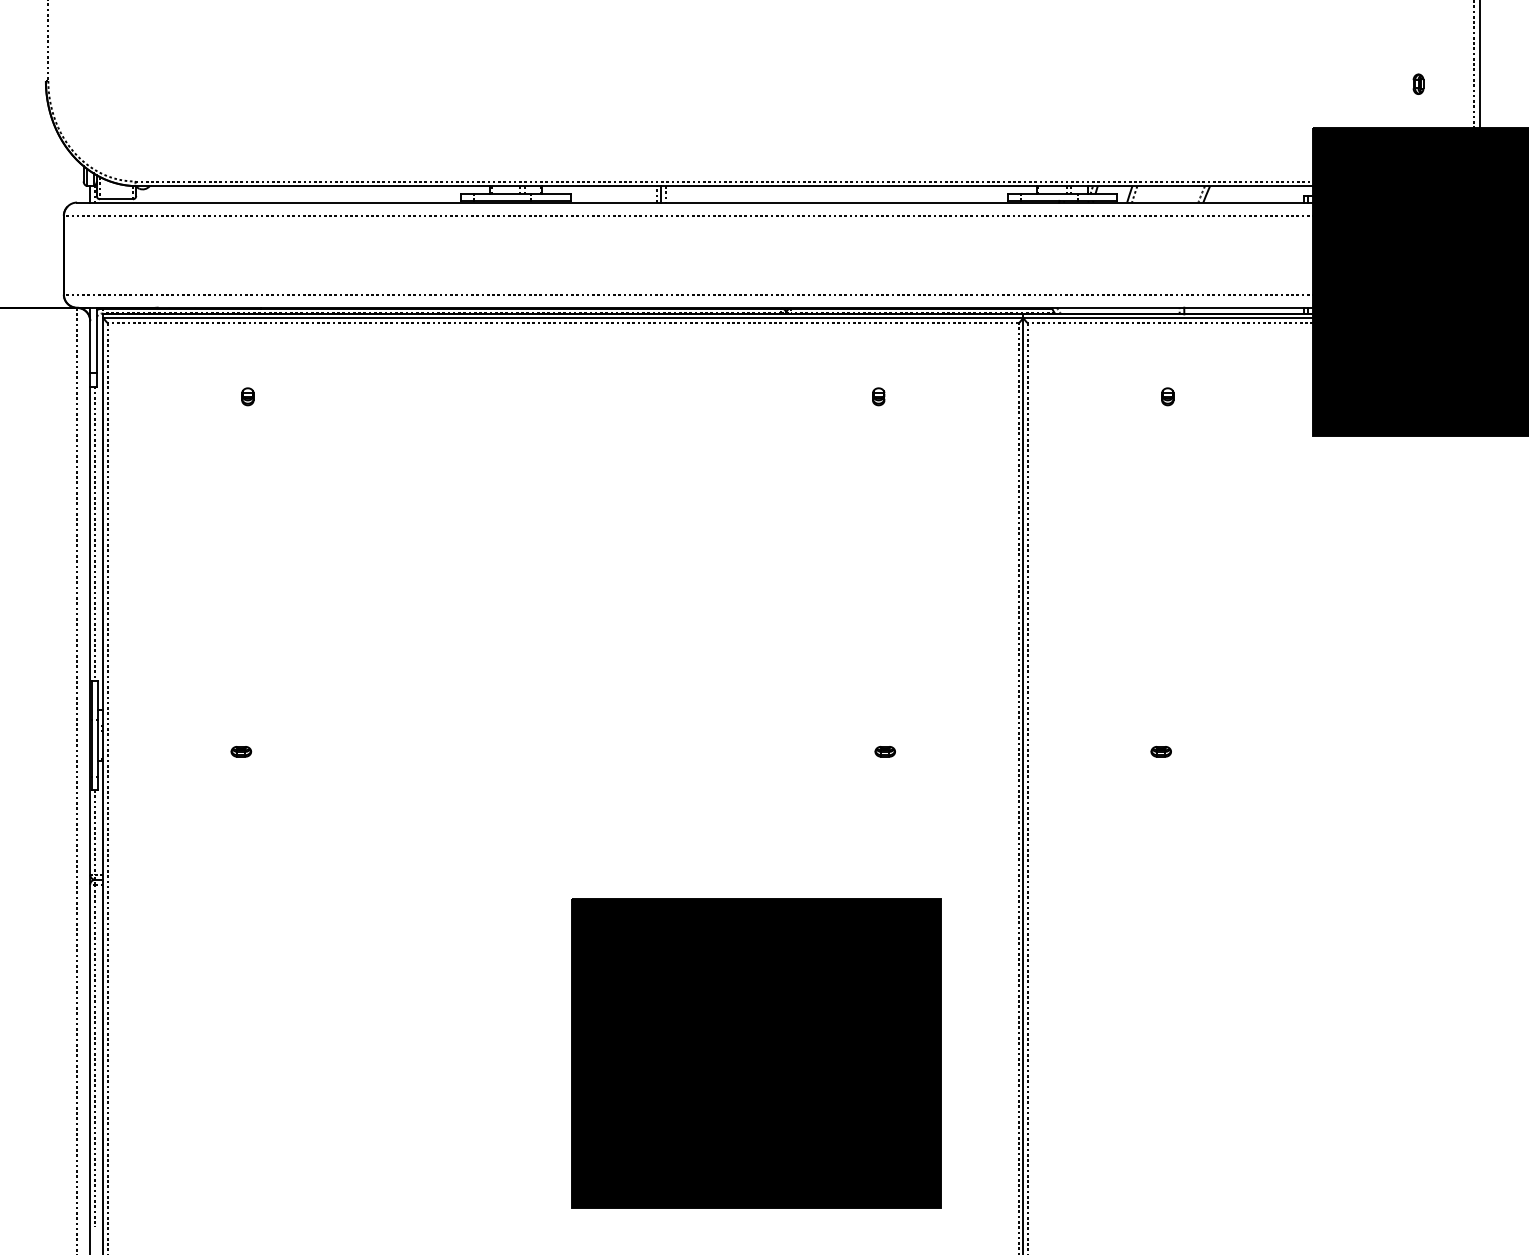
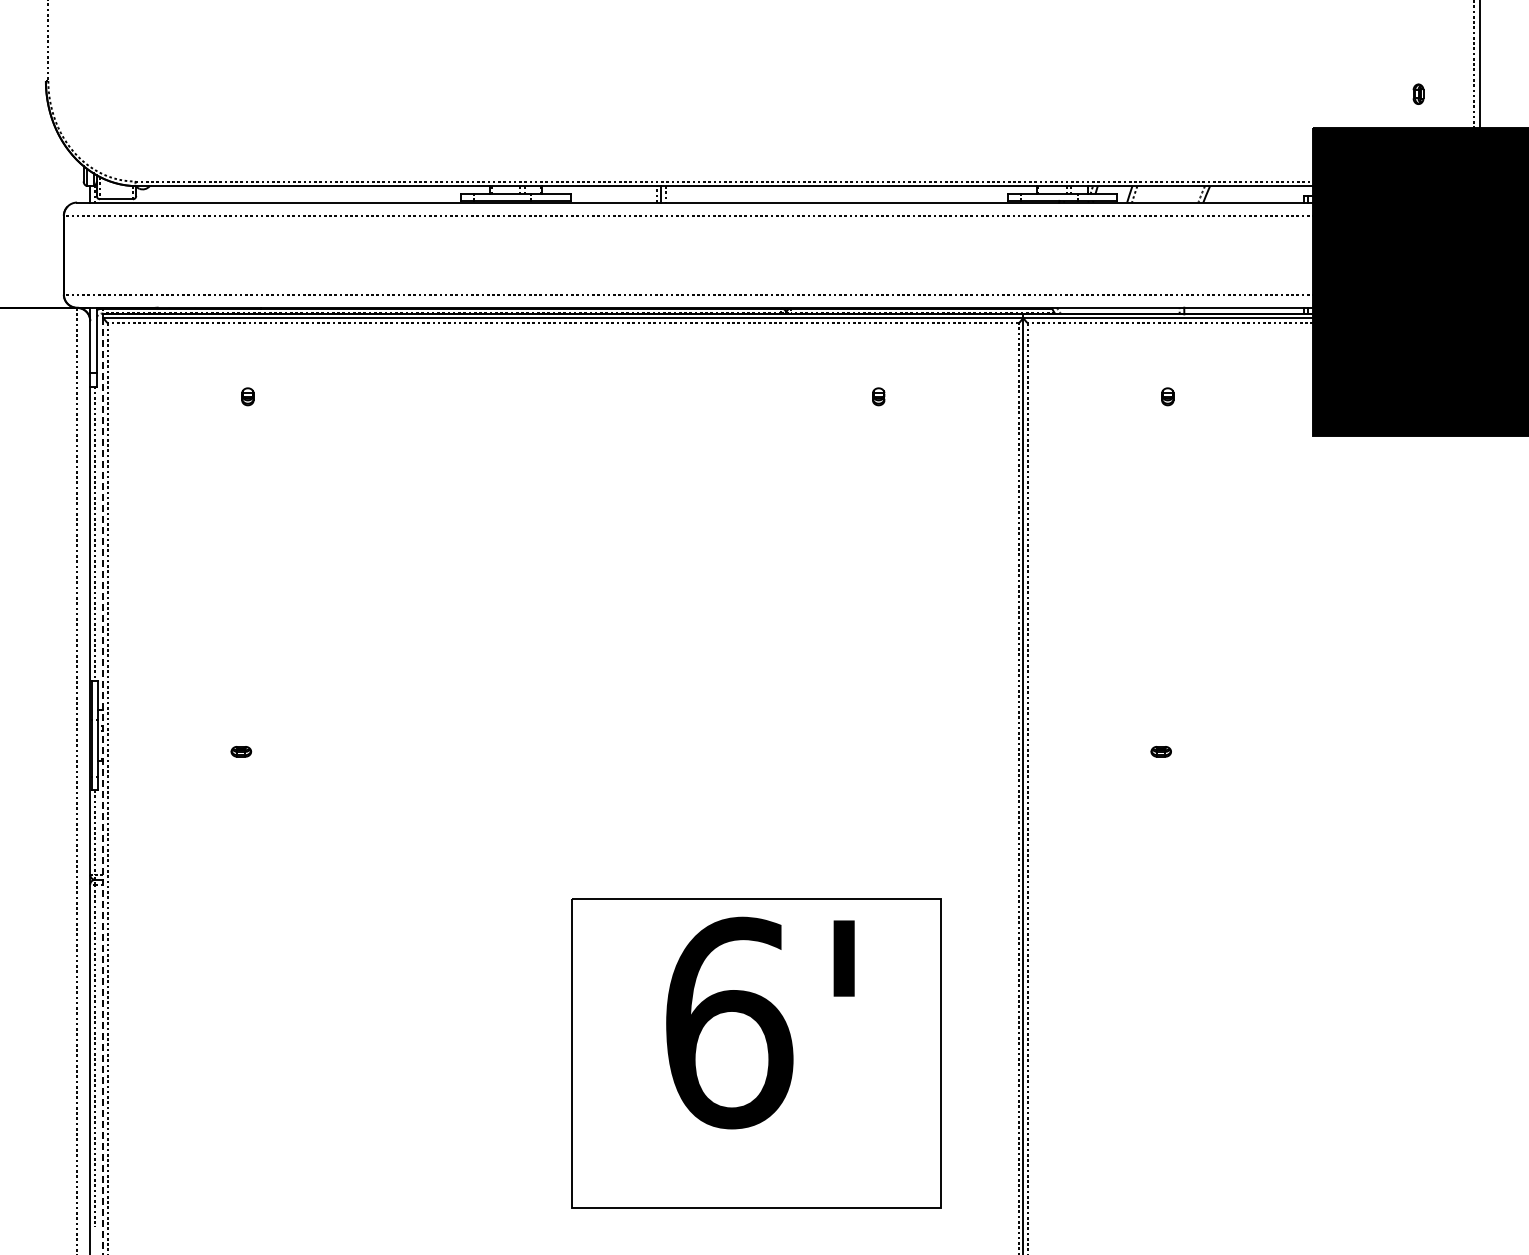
part at (1418, 83) position: (1418, 83) -> (1418, 93)
part at (884, 751): present -> none
line at (103, 786): solid -> dashed
fill at (756, 1052): present -> none
